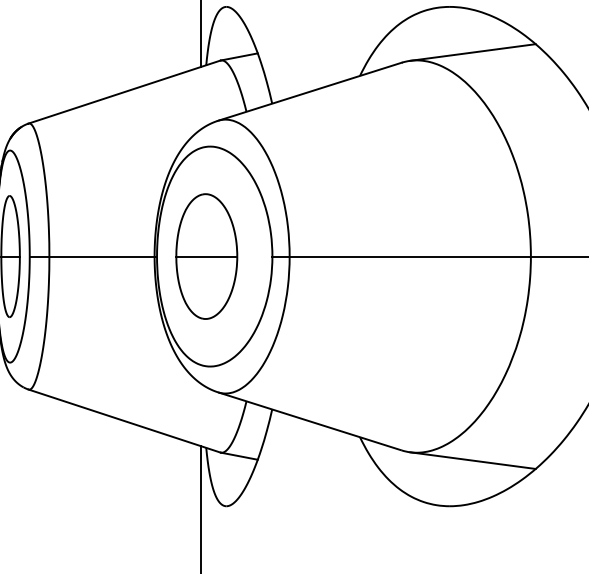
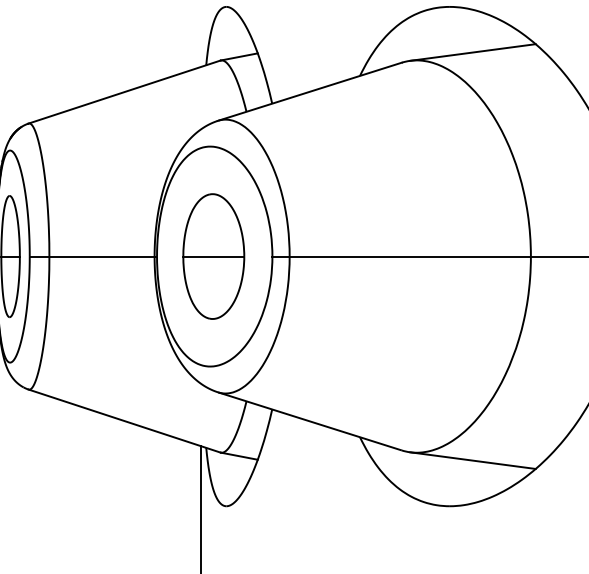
line at (200, 34): present -> none
part at (206, 256) position: (206, 256) -> (213, 256)
